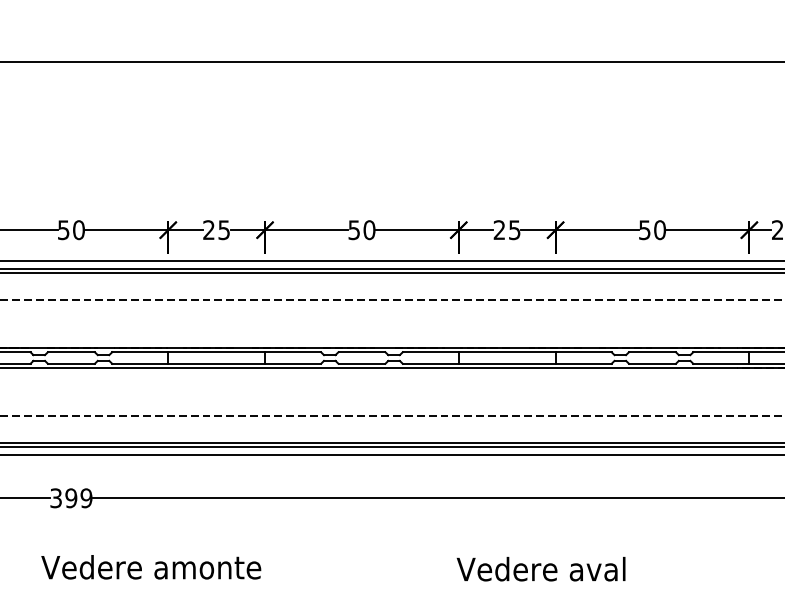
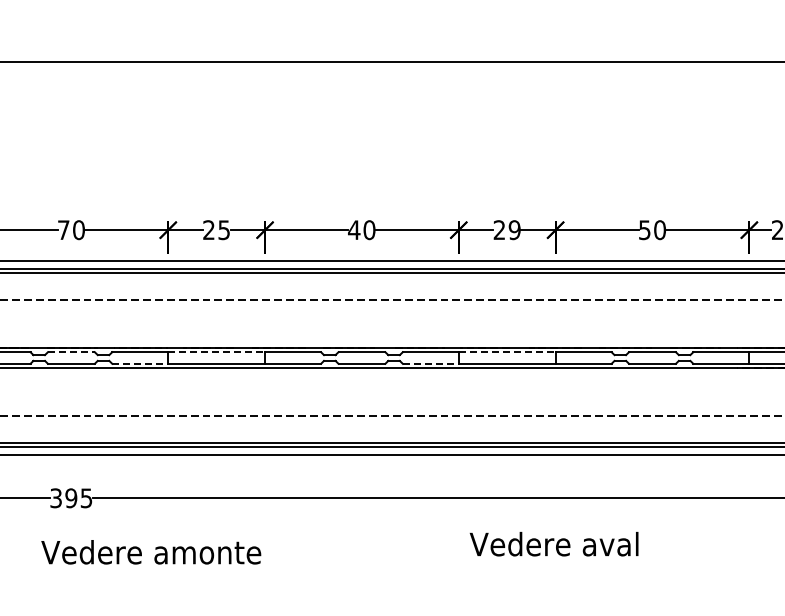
text at (514, 229): 25 -> 29
text at (63, 230): 50 -> 70
text at (354, 230): 50 -> 40
line at (71, 352): solid -> dashed
line at (217, 352): solid -> dashed
line at (507, 352): solid -> dashed
line at (140, 363): solid -> dashed
line at (430, 363): solid -> dashed
text at (86, 497): 399 -> 395
text at (151, 567) position: (151, 567) -> (151, 552)
text at (540, 569) position: (540, 569) -> (553, 544)
